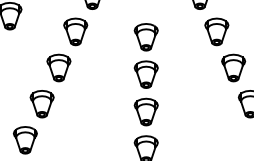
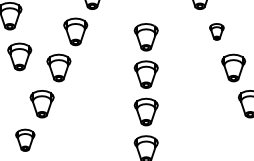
part at (216, 31) size: 26x30 px -> 16x18 px
part at (19, 56): none -> present
part at (24, 140) size: 26x29 px -> 21x24 px
